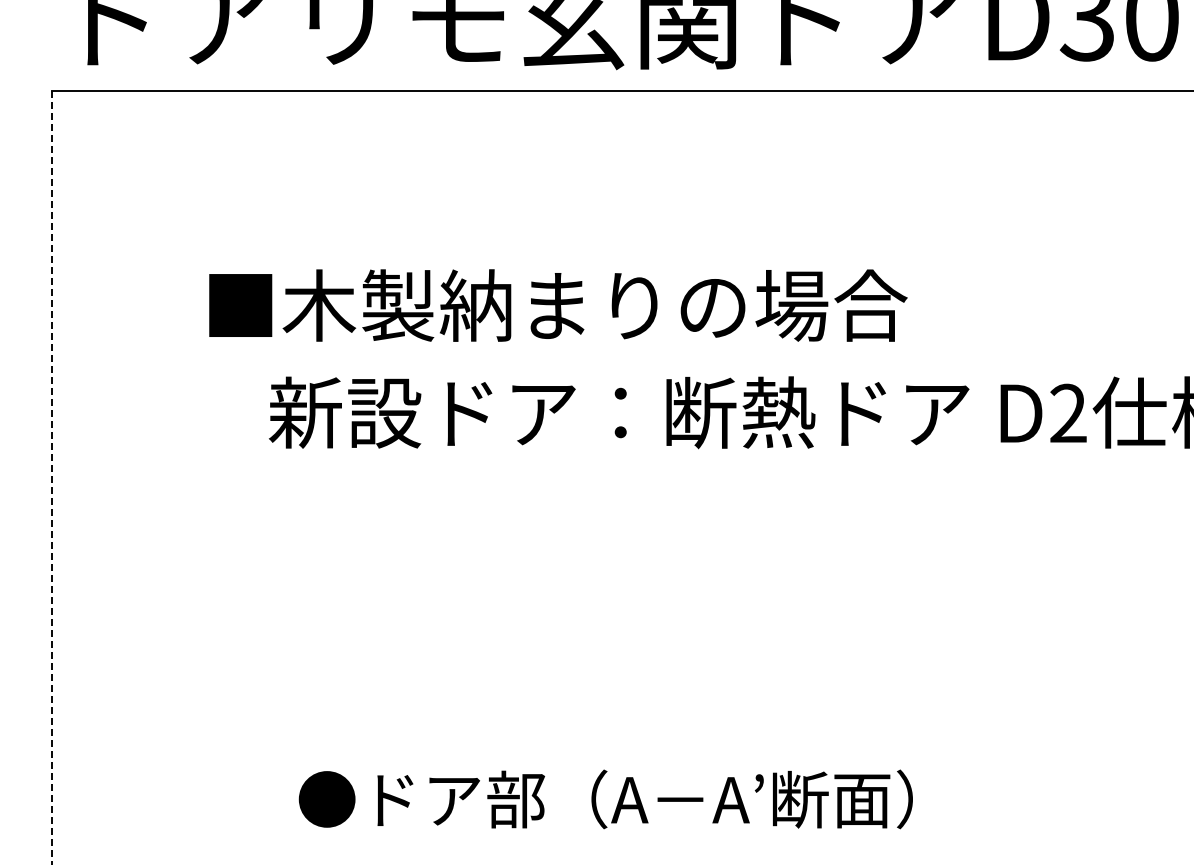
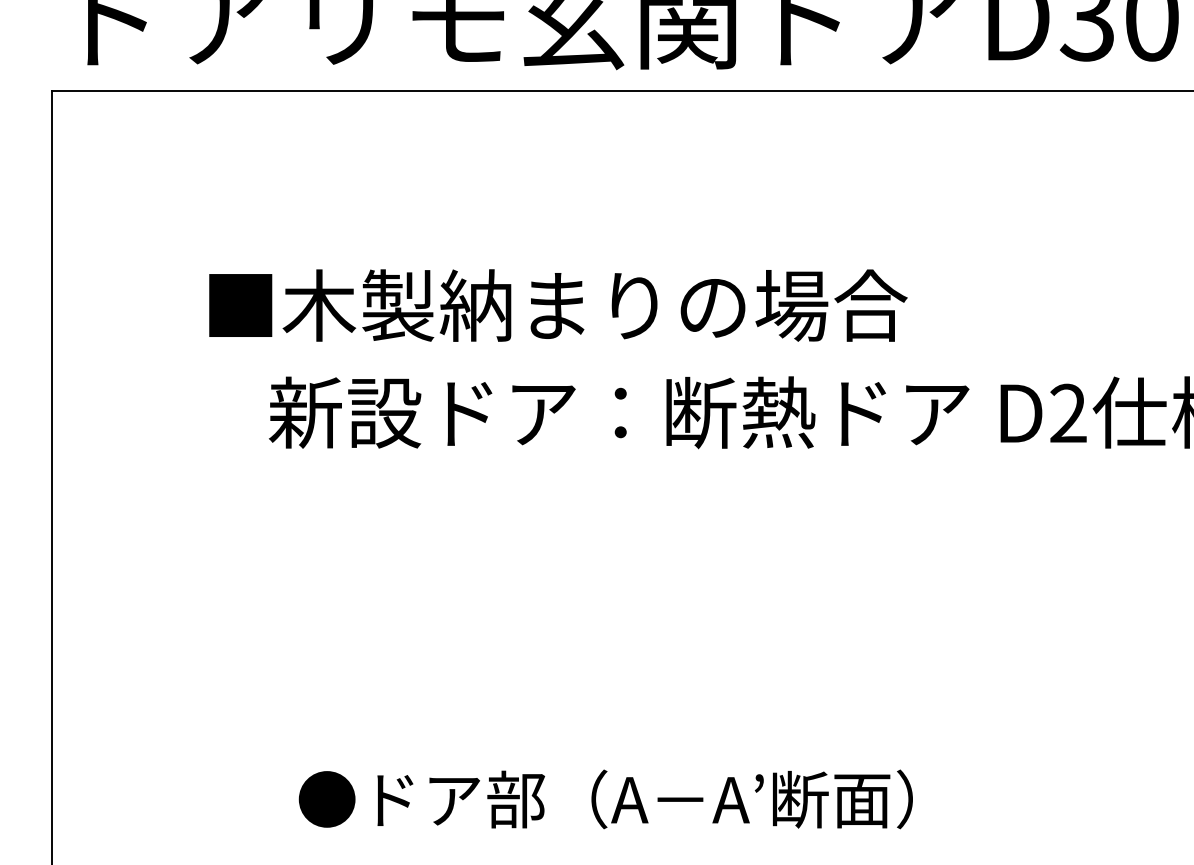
line at (51, 477): dashed -> solid
